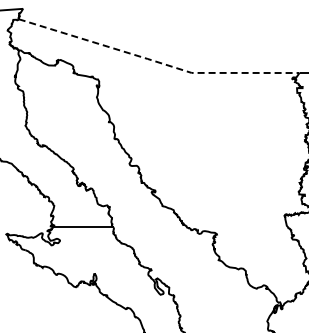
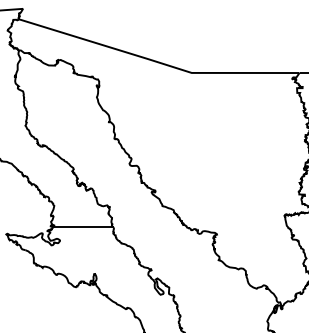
line at (157, 61): dashed -> solid
